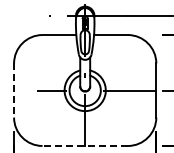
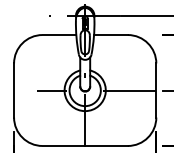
line at (14, 91): dashed -> solid
line at (85, 145): dashed -> solid
